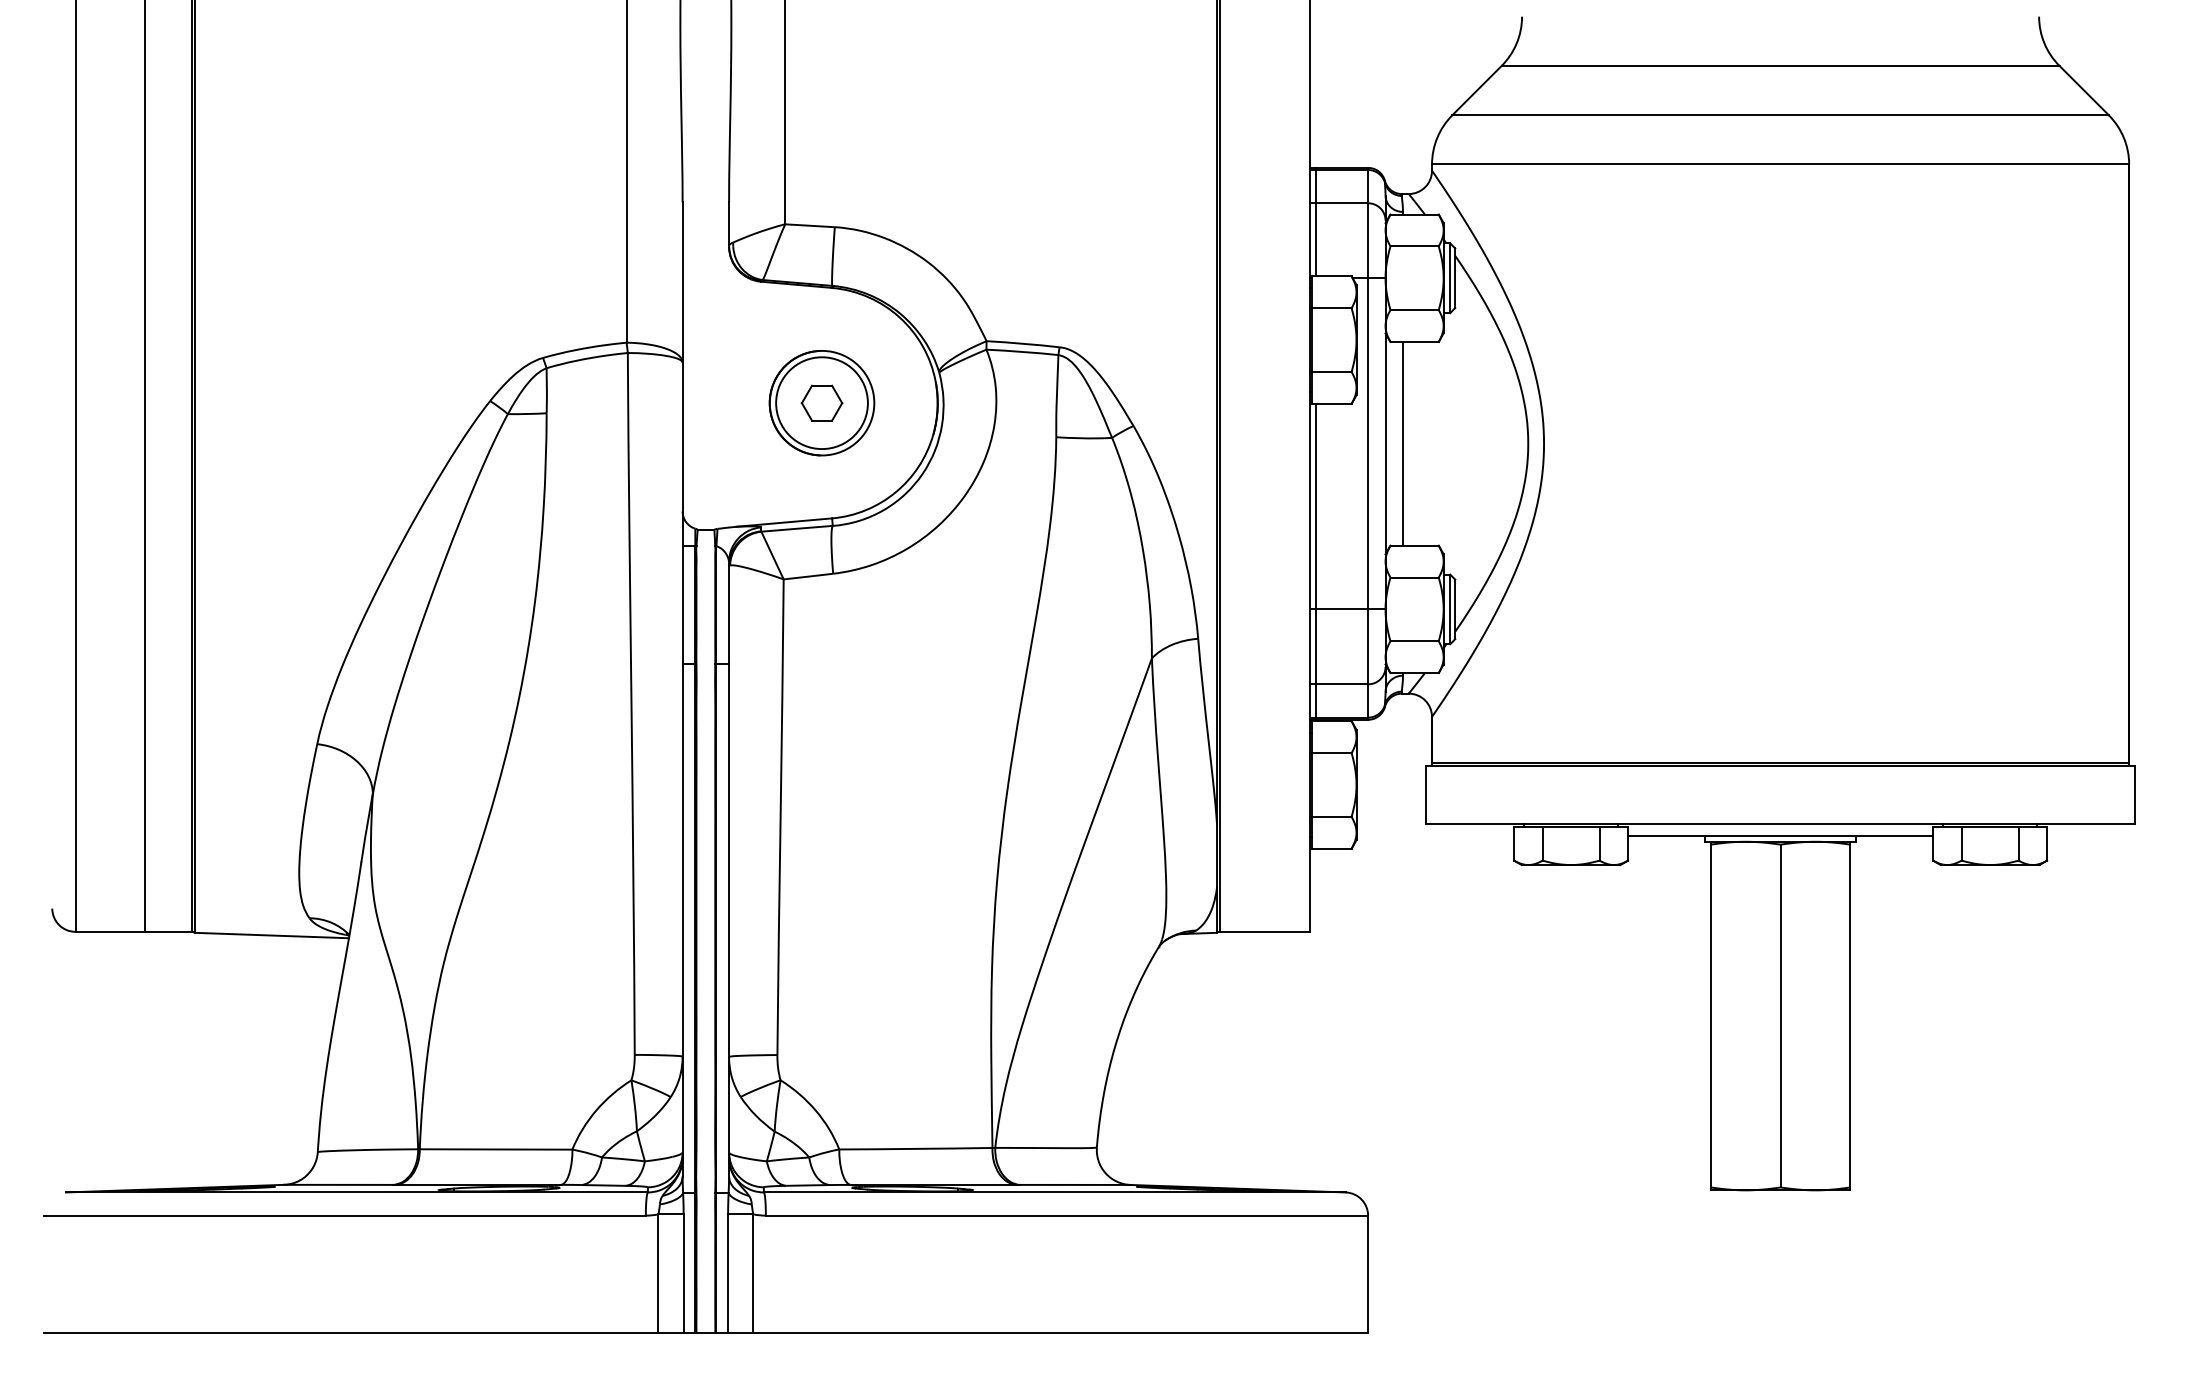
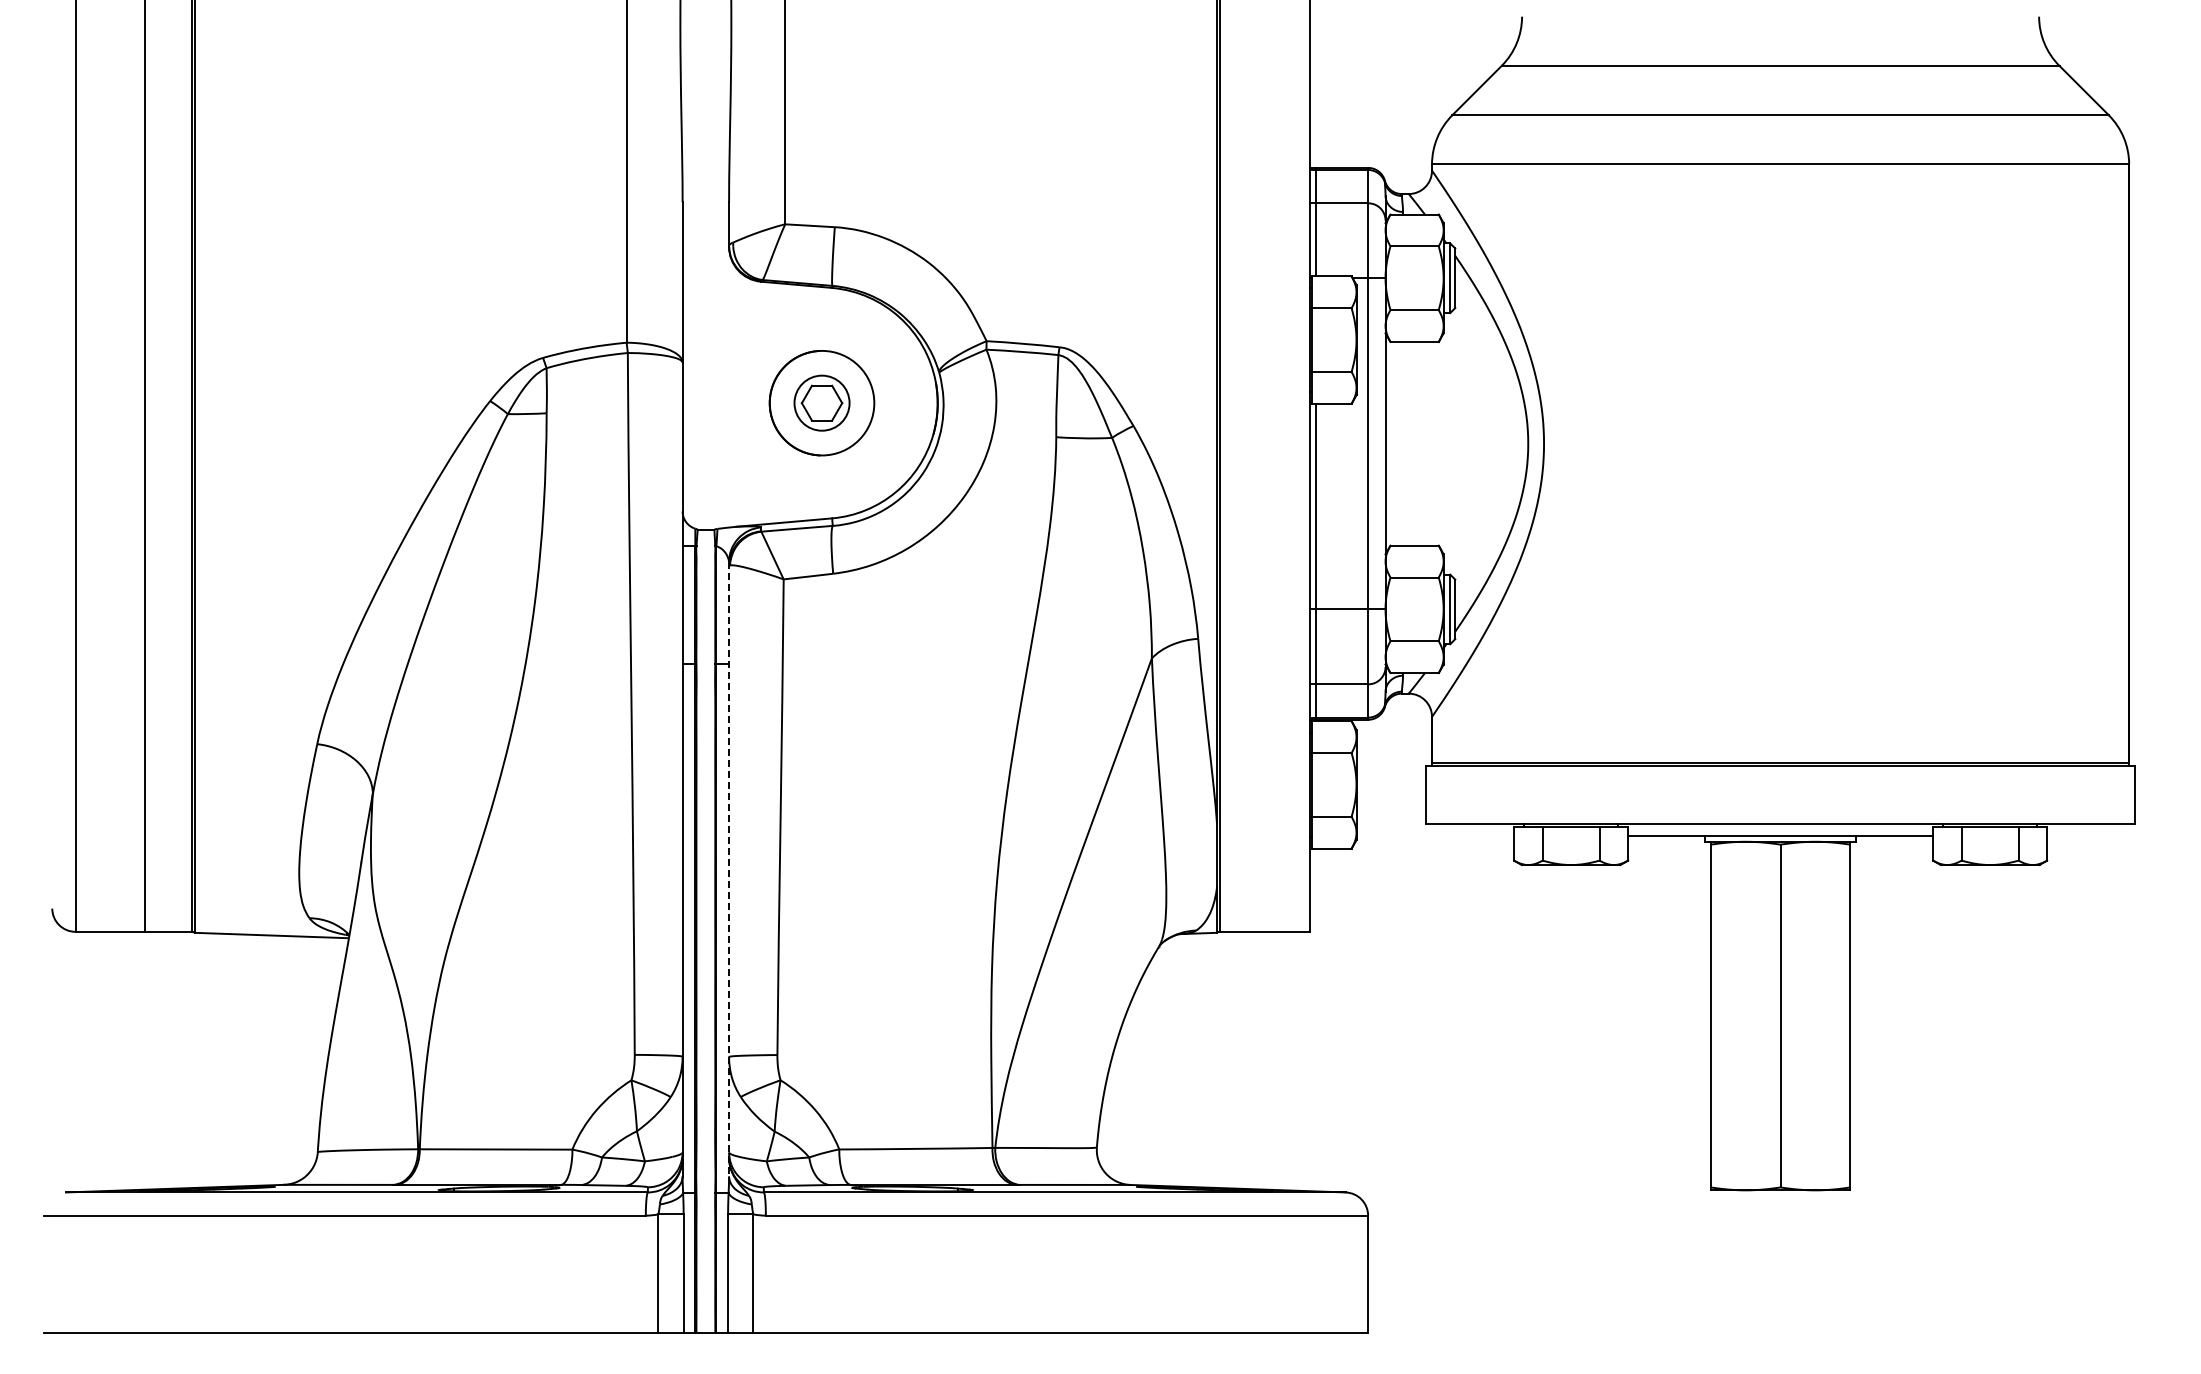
circle at (821, 403) diameter: 92 px -> 55 px
line at (1402, 443): present -> none
line at (729, 869): solid -> dashed
